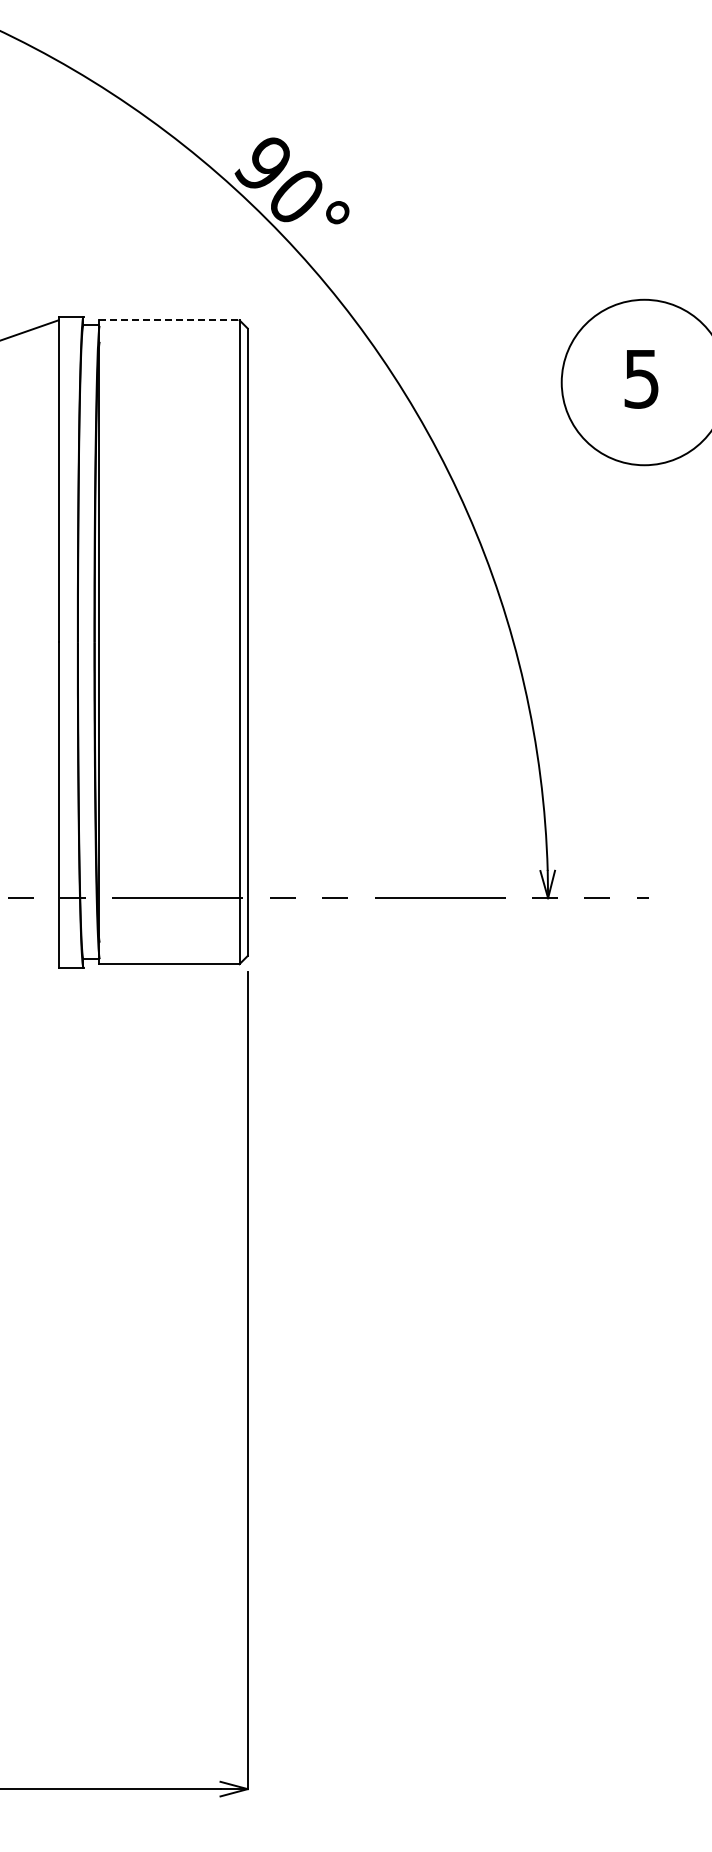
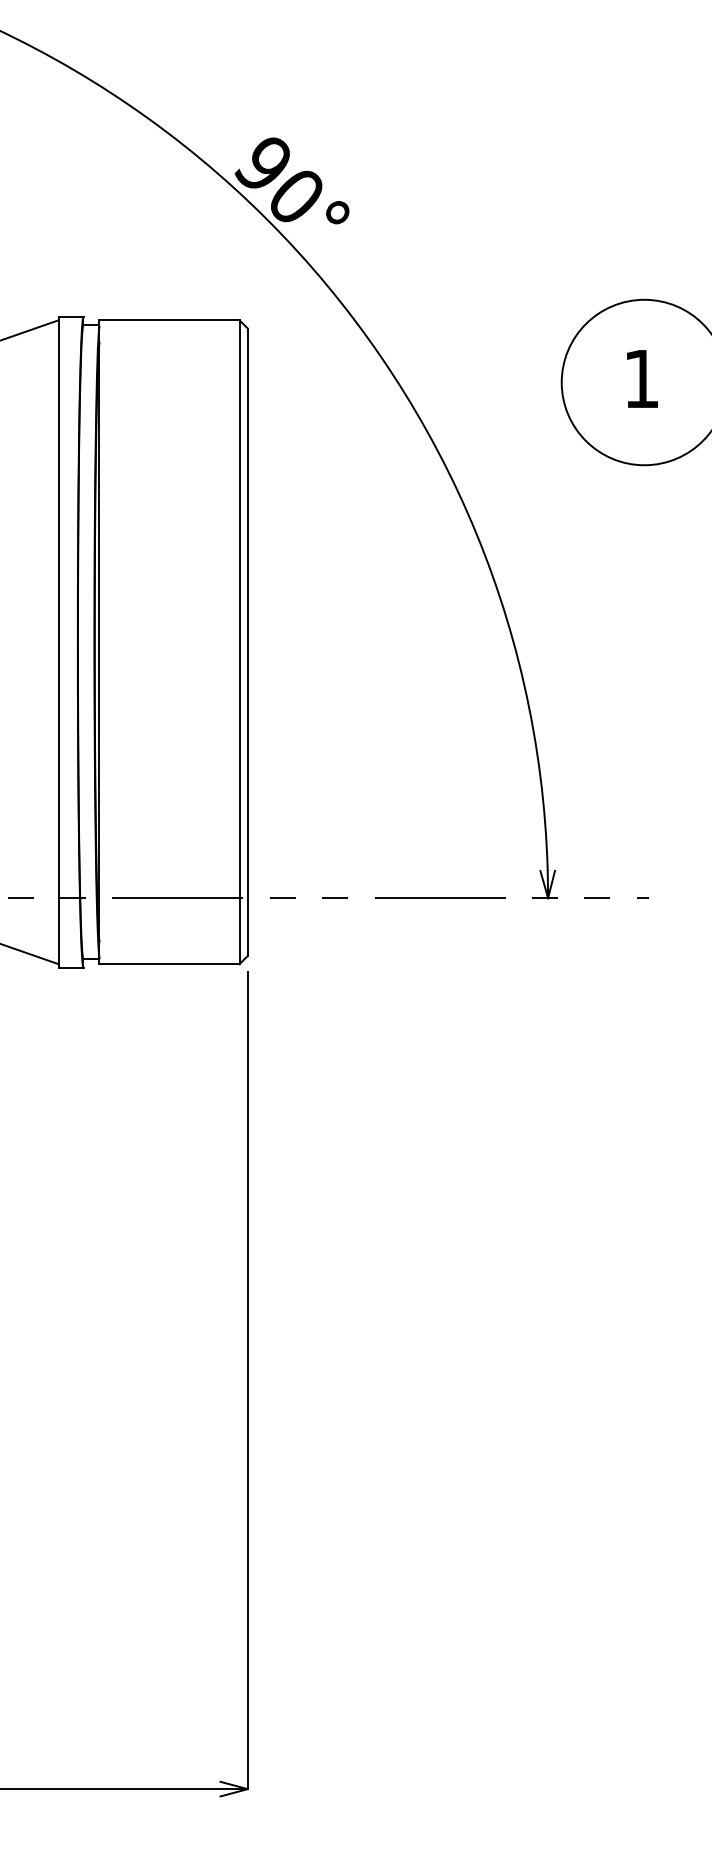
line at (169, 320): dashed -> solid
text at (641, 379): 5 -> 1
line at (30, 954): none -> present
